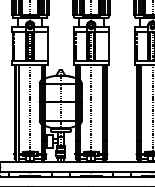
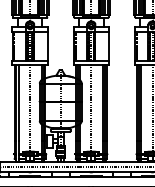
line at (76, 166): none -> present
